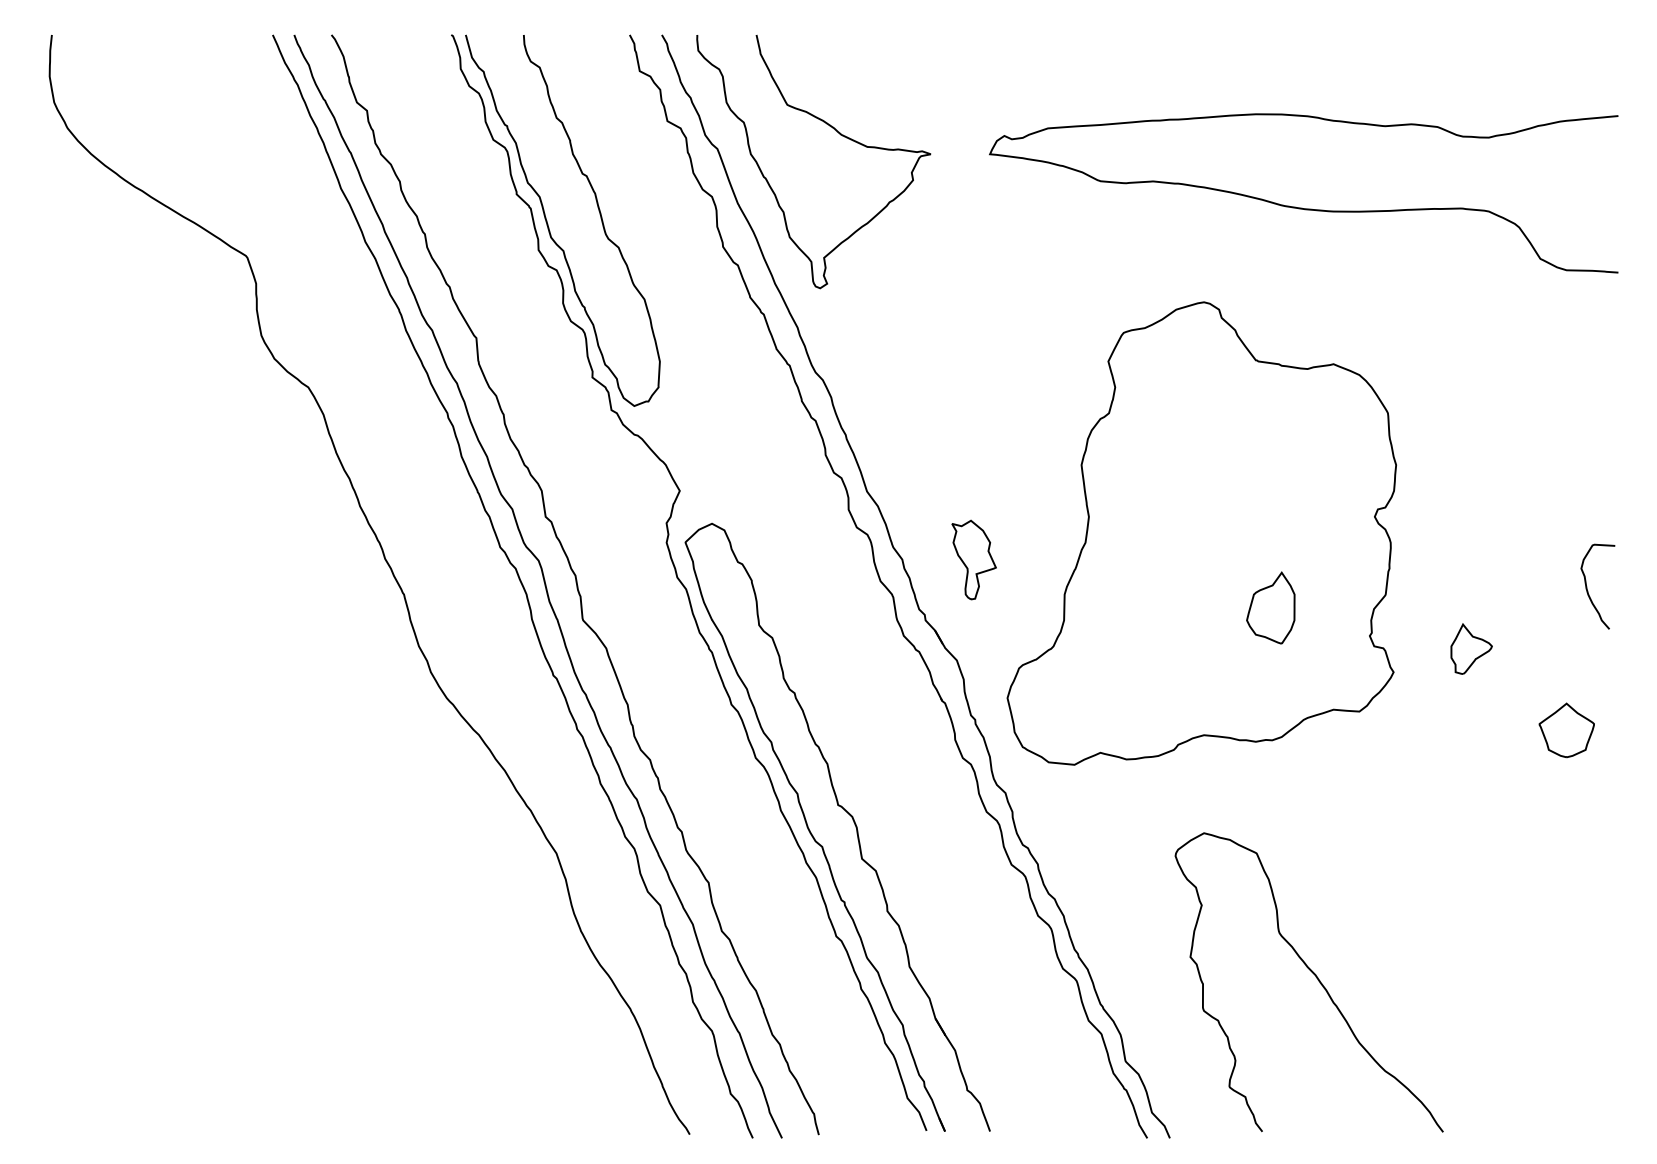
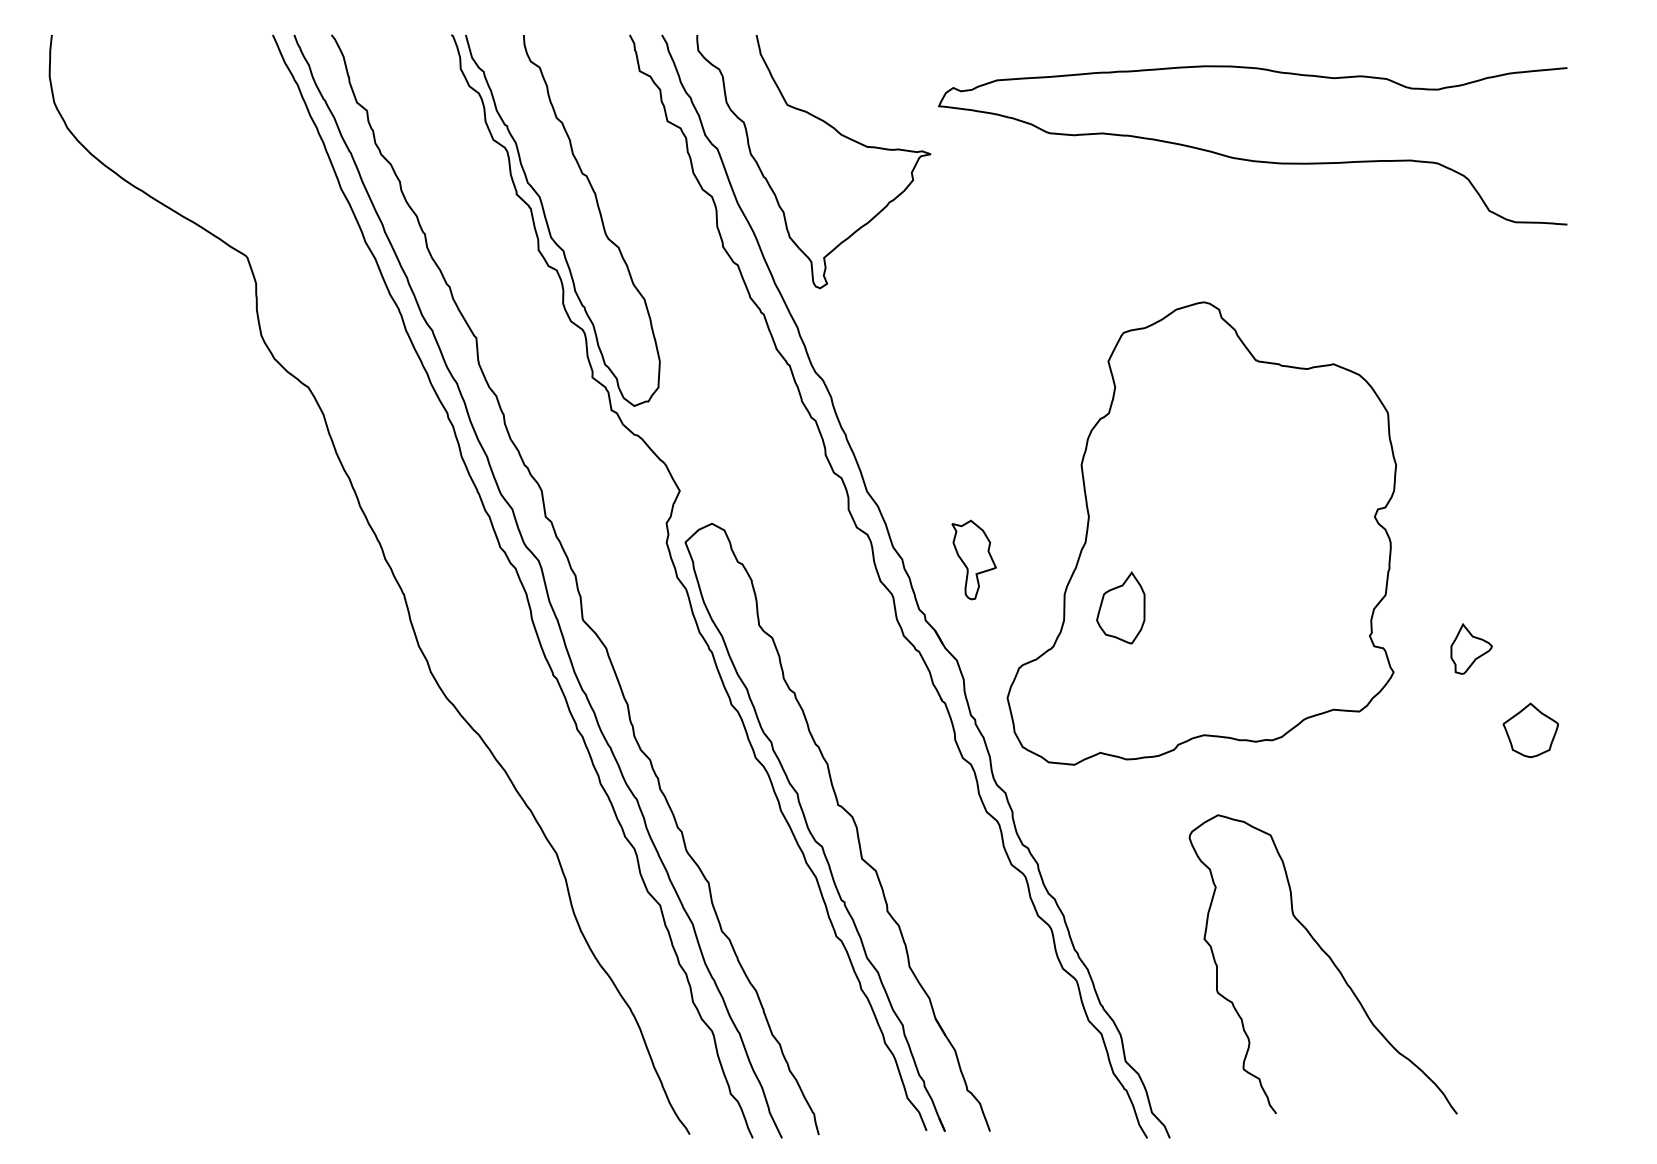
curve at (1302, 207) position: (1302, 207) -> (1251, 159)
curve at (1587, 586): present -> none
part at (1270, 607) position: (1270, 607) -> (1120, 607)
part at (1566, 730) position: (1566, 730) -> (1530, 730)
curve at (1316, 978) position: (1316, 978) -> (1330, 960)
